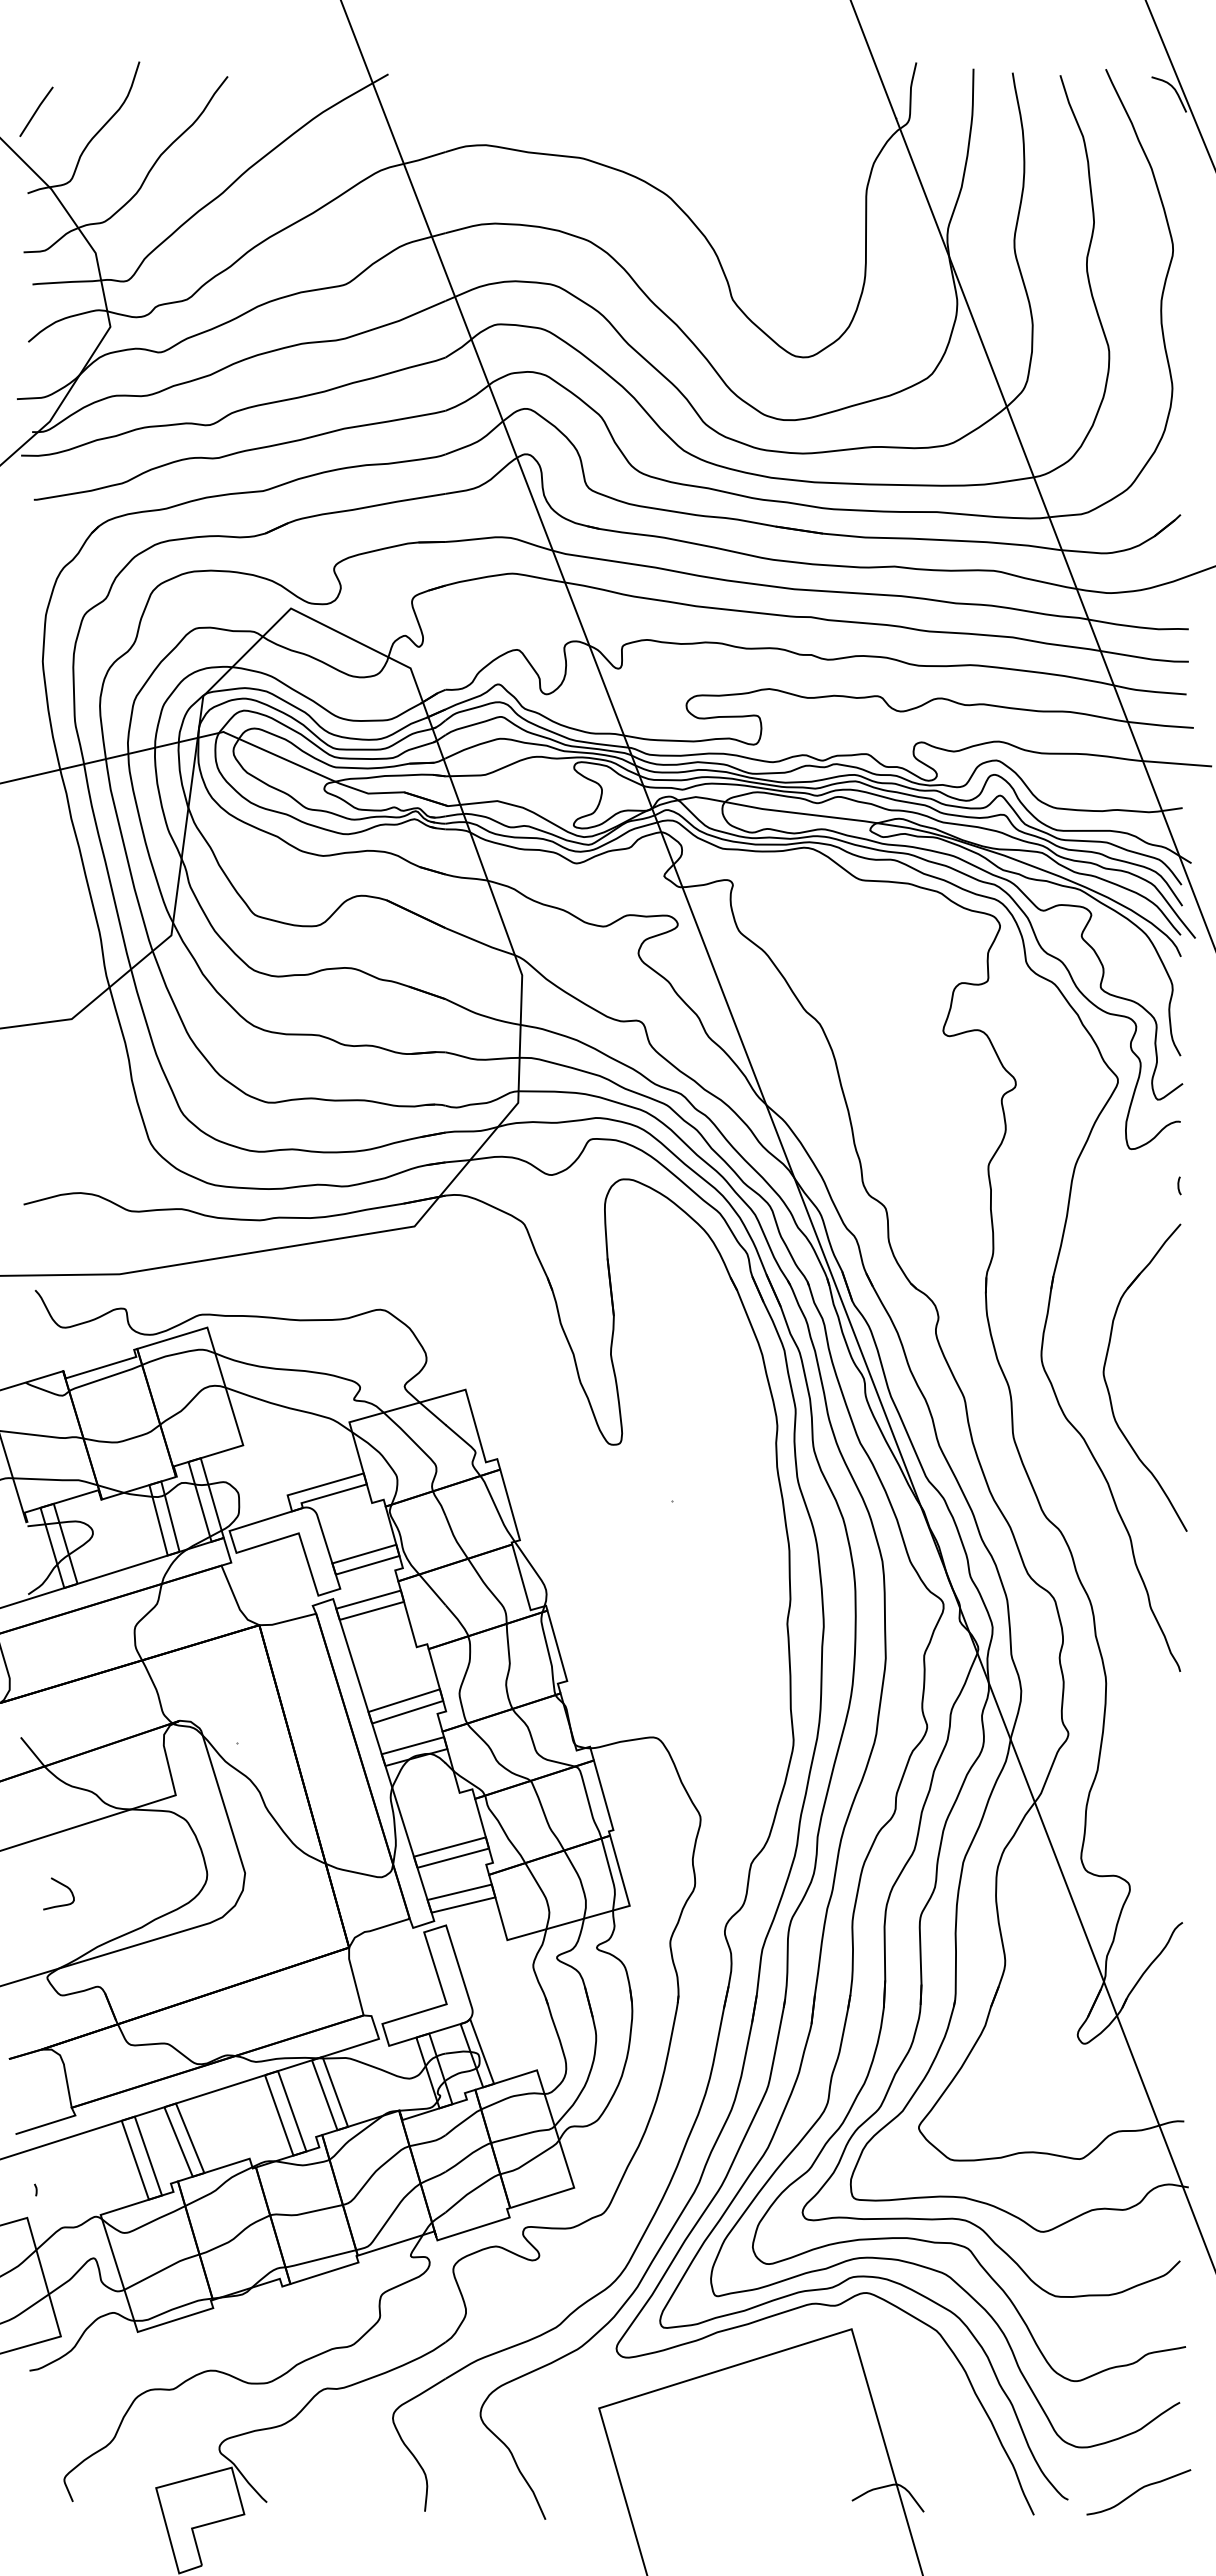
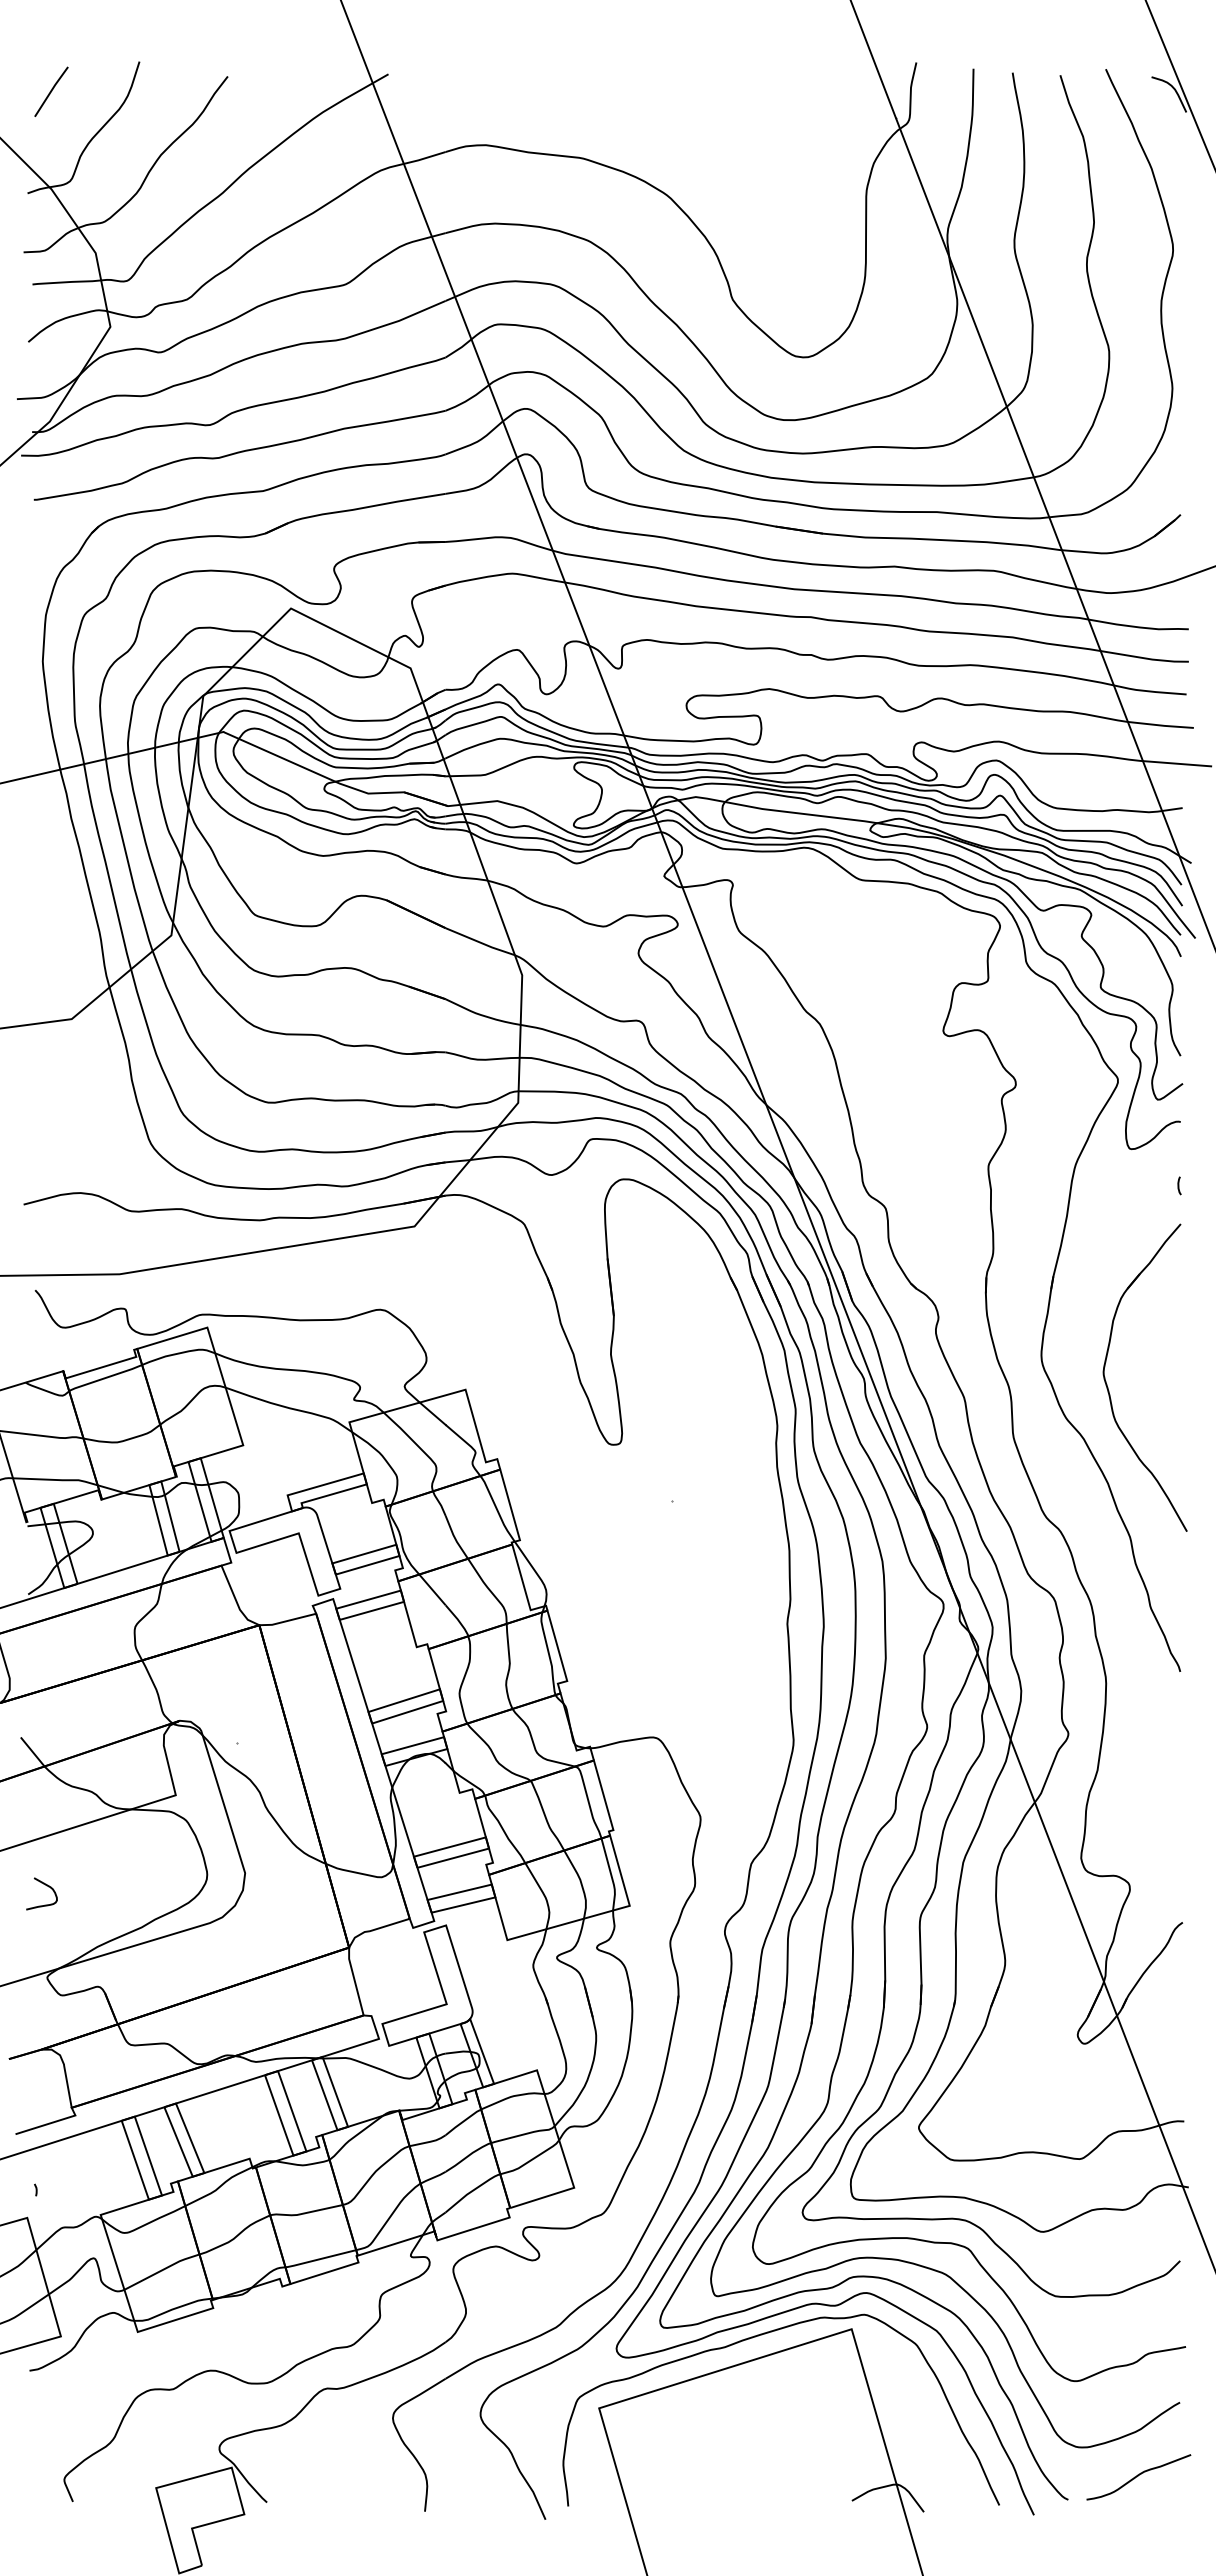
line at (36, 111) position: (36, 111) -> (51, 91)
curve at (63, 1886) position: (63, 1886) -> (46, 1886)
curve at (762, 2335): none -> present
curve at (1138, 2491) position: (1138, 2491) -> (1138, 2476)
